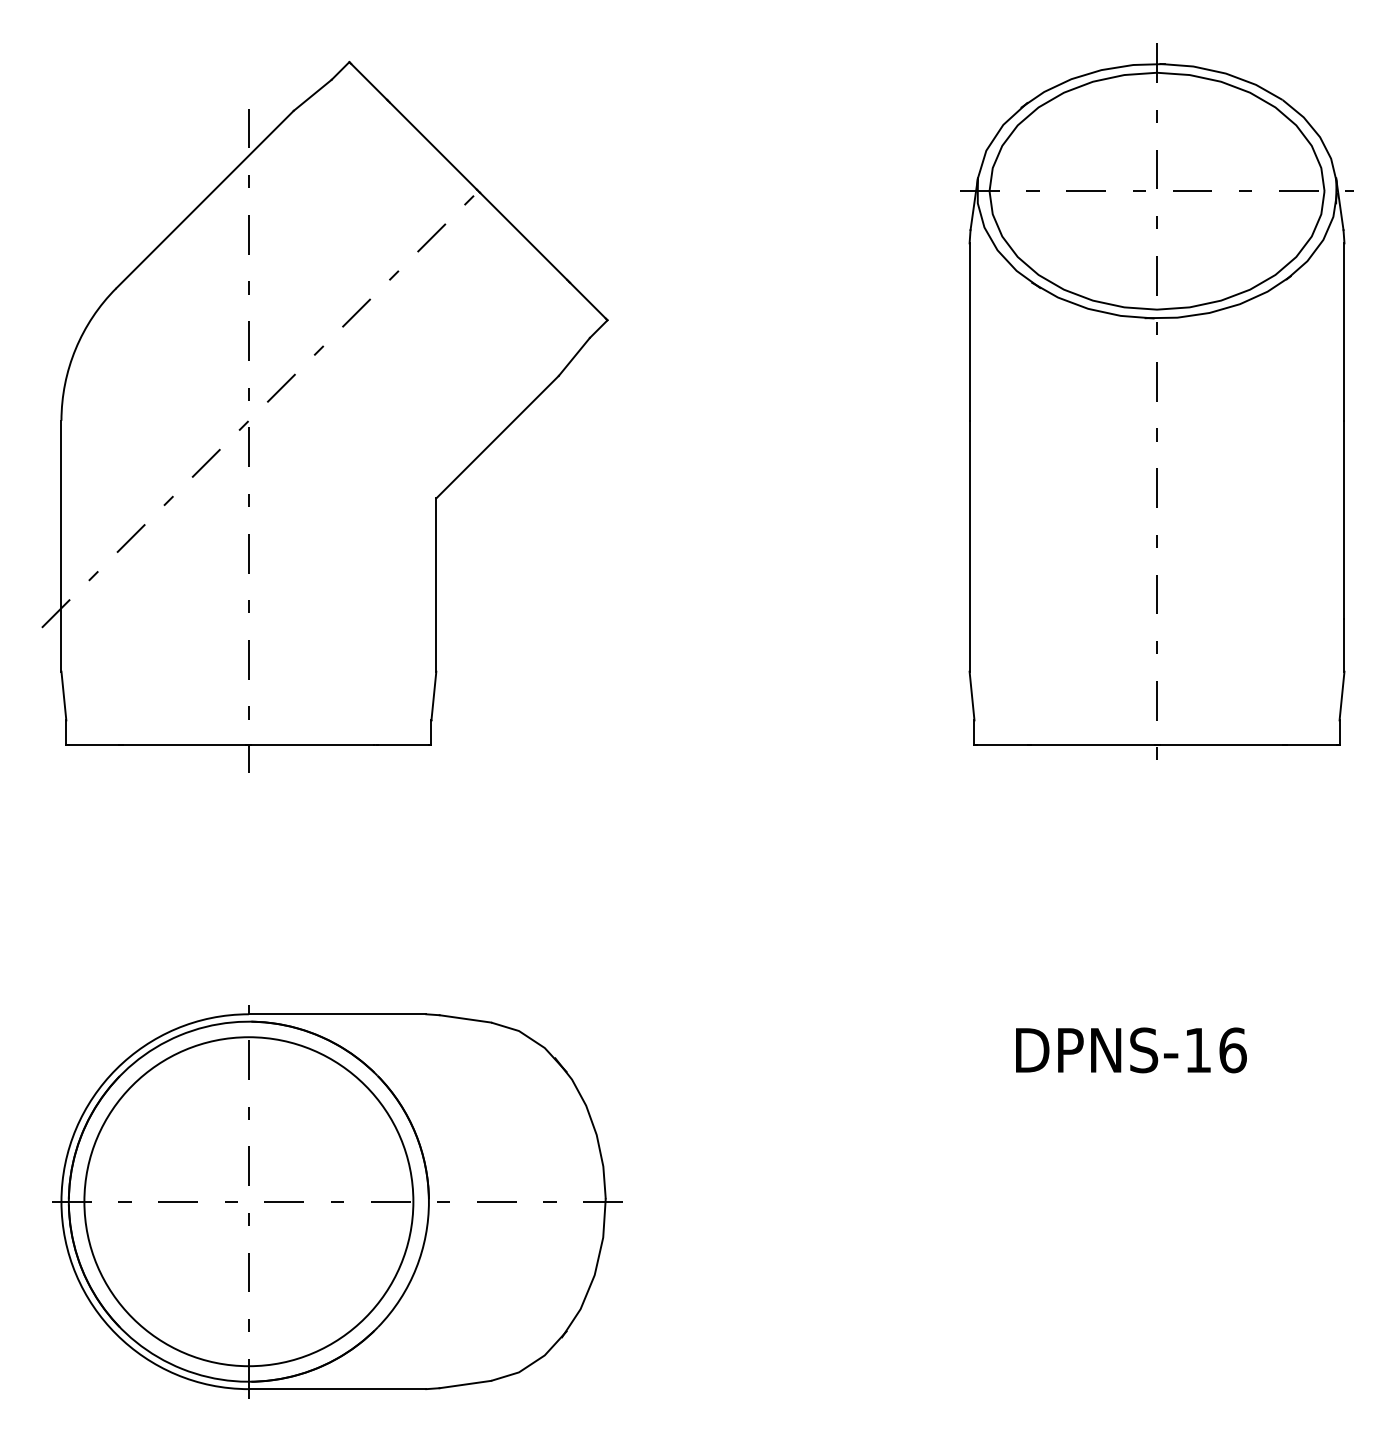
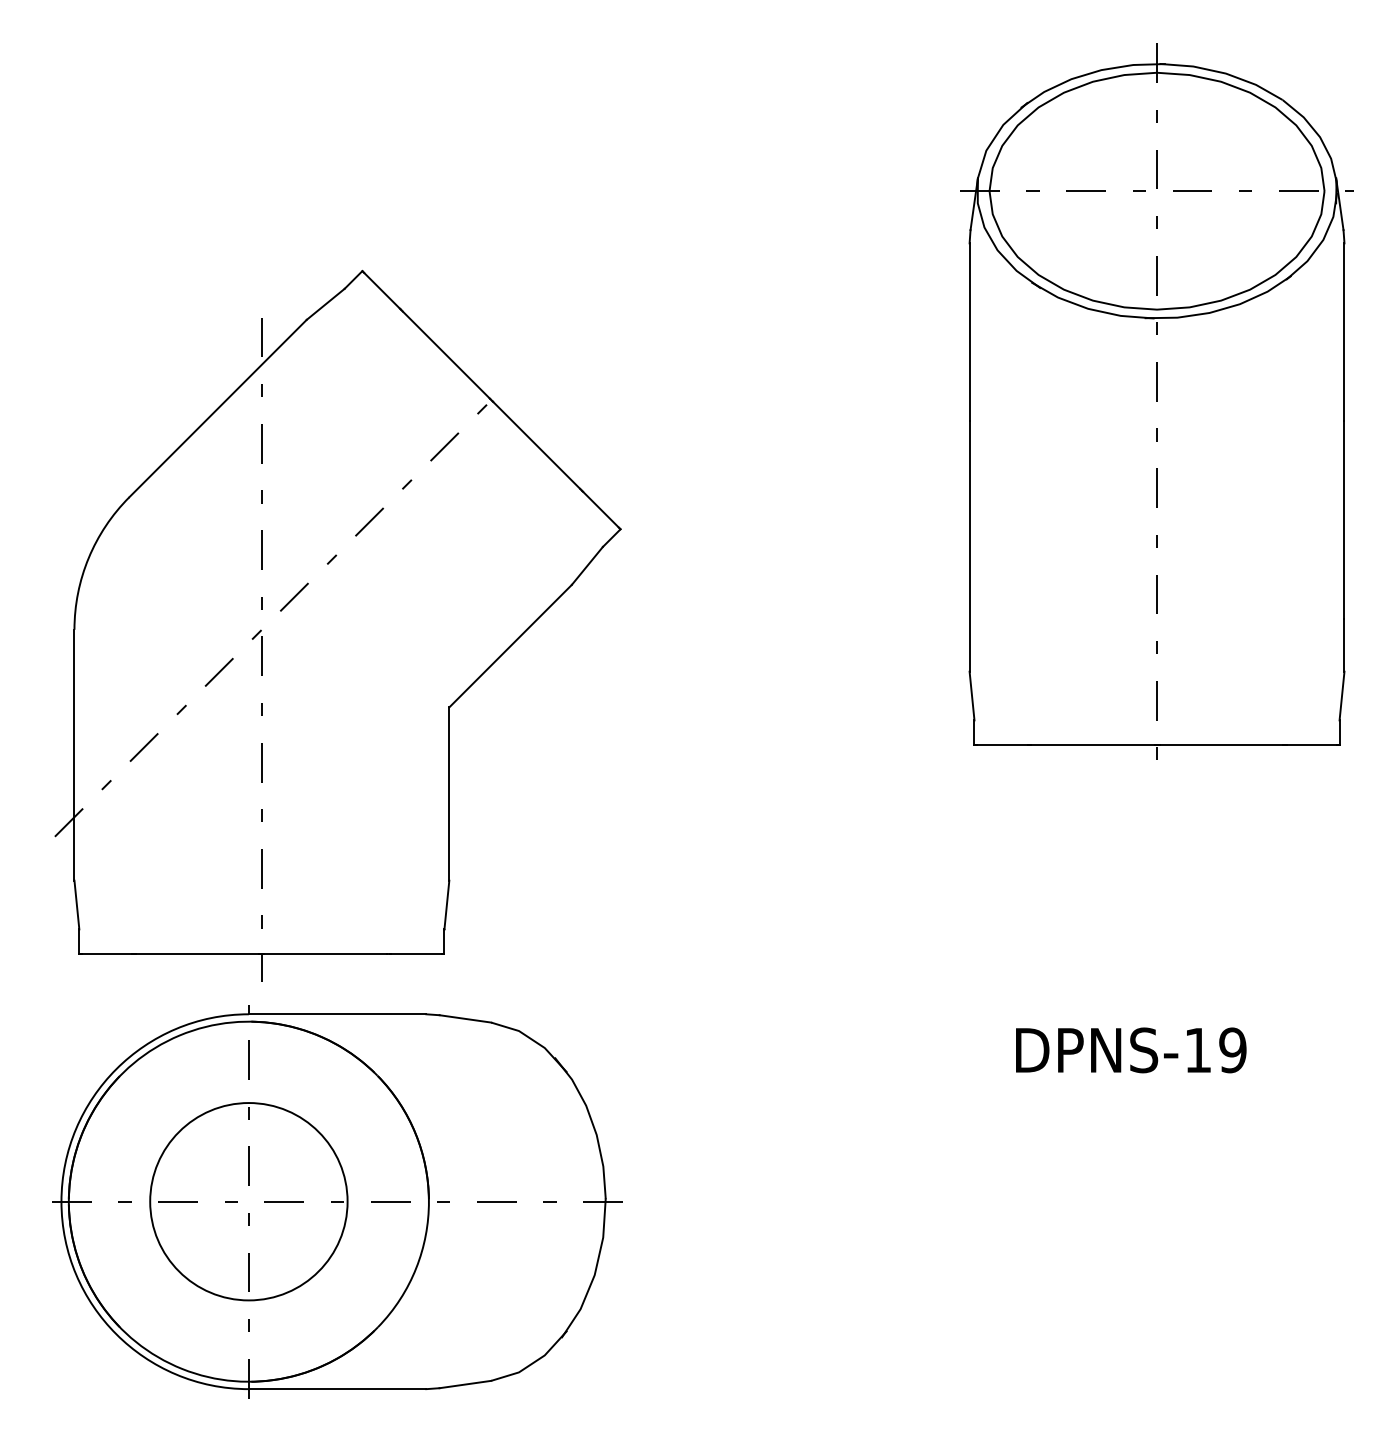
part at (324, 416) position: (324, 416) -> (337, 625)
text at (1232, 1050): DPNS-16 -> DPNS-19
circle at (248, 1201) diameter: 329 px -> 197 px
